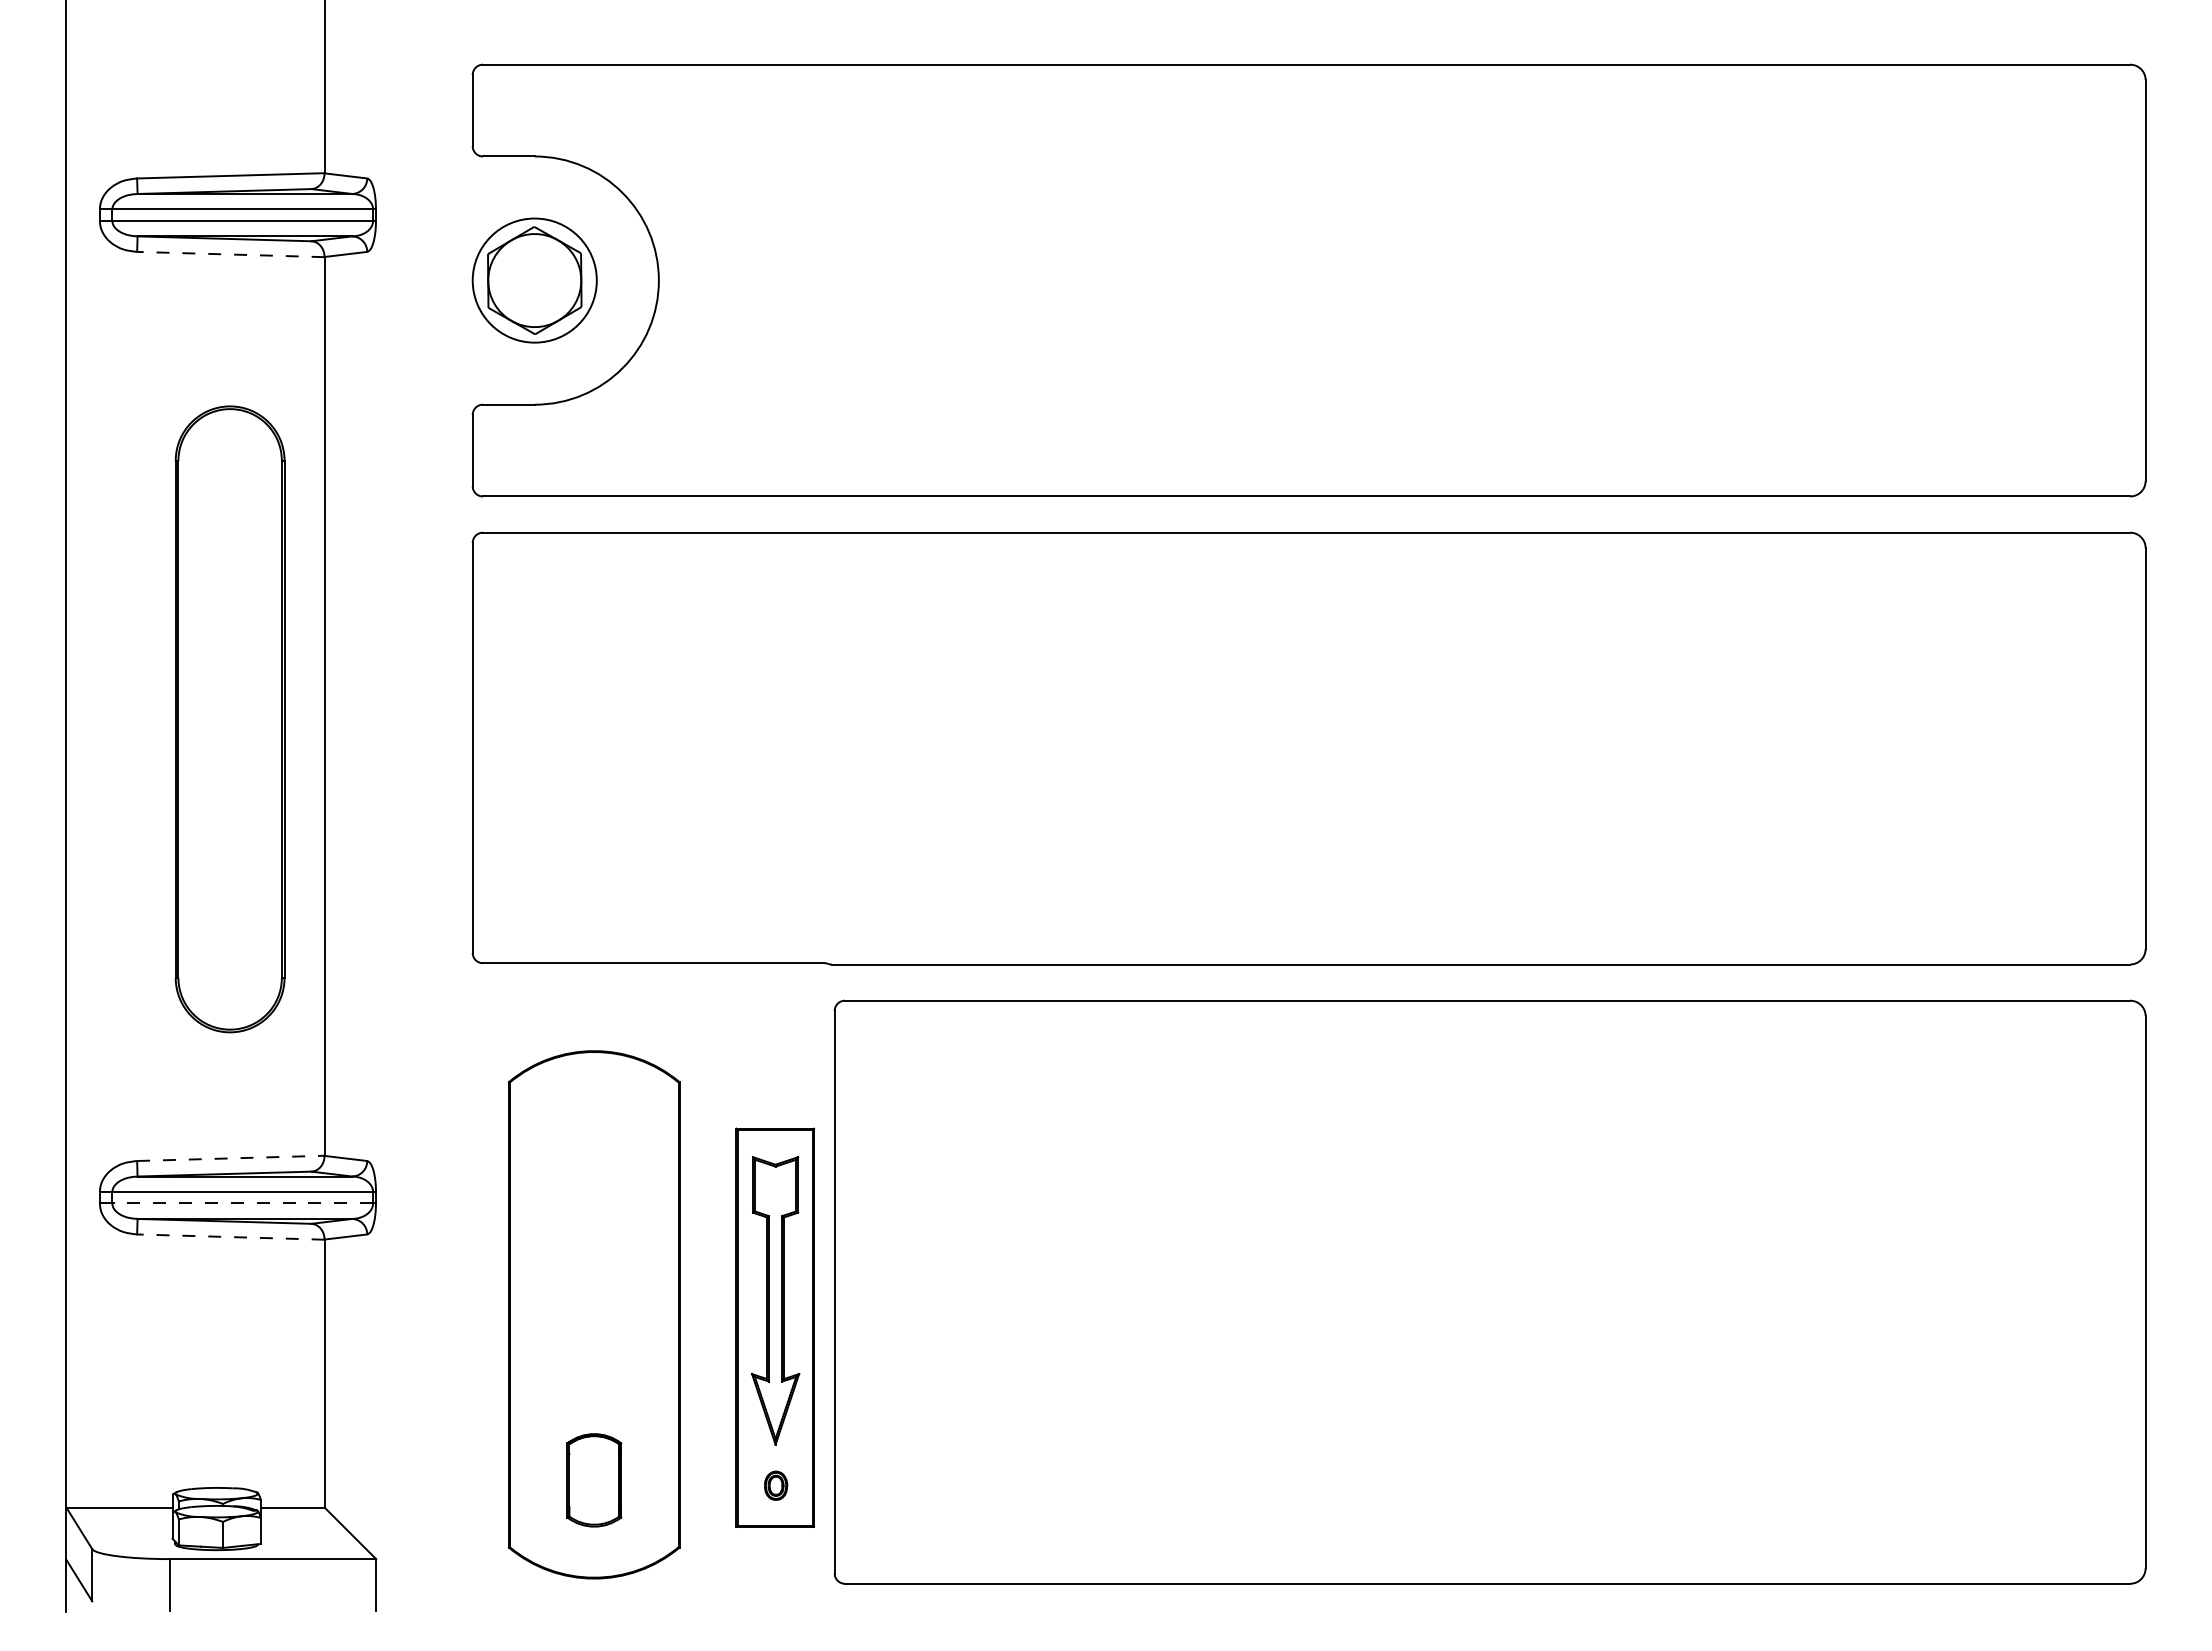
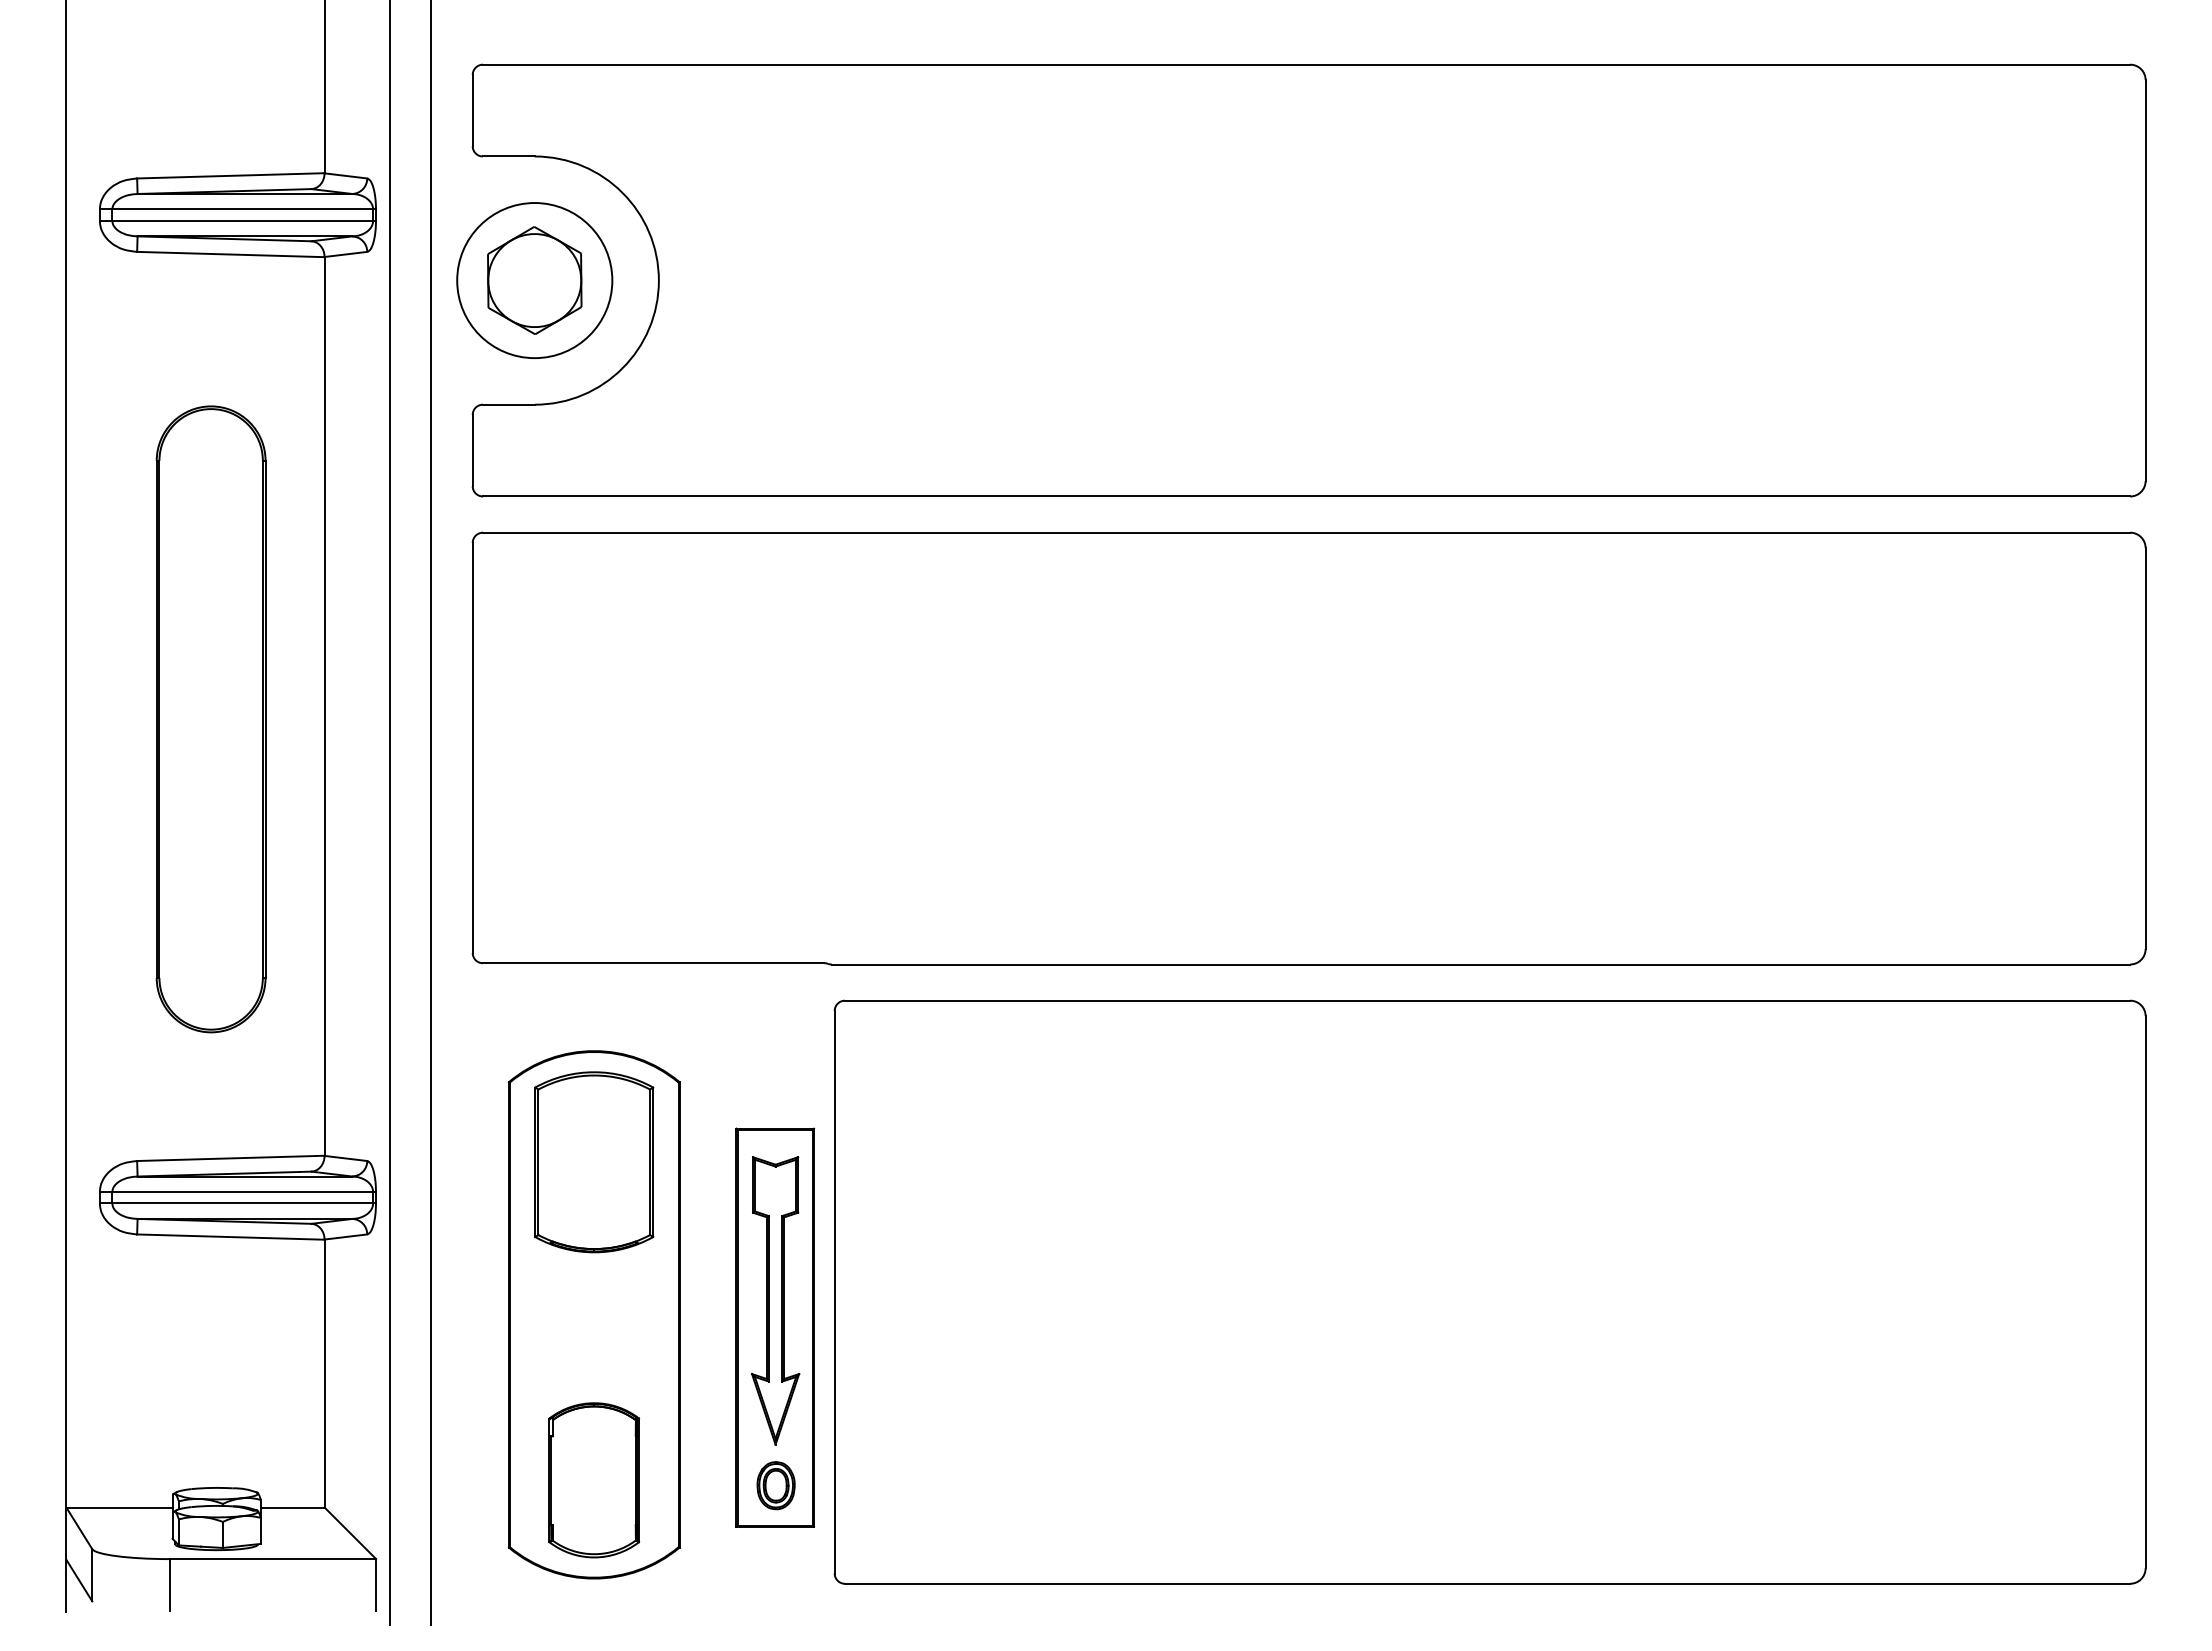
line at (230, 254): dashed -> solid
circle at (534, 280) diameter: 124 px -> 155 px
part at (229, 719) position: (229, 719) -> (210, 719)
line at (389, 813): none -> present
line at (431, 813): none -> present
line at (230, 1158): dashed -> solid
part at (594, 1162): none -> present
line at (242, 1203): dashed -> solid
line at (230, 1237): dashed -> solid
part at (594, 1480) size: 57x95 px -> 93x157 px
part at (776, 1485) size: 25x31 px -> 40x50 px
